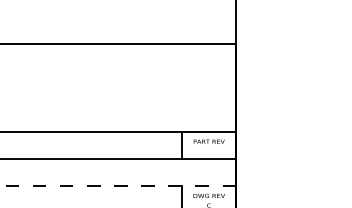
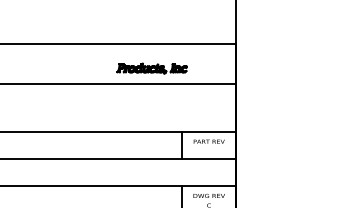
part at (151, 68): none -> present
line at (119, 84): none -> present
line at (118, 186): dashed -> solid
